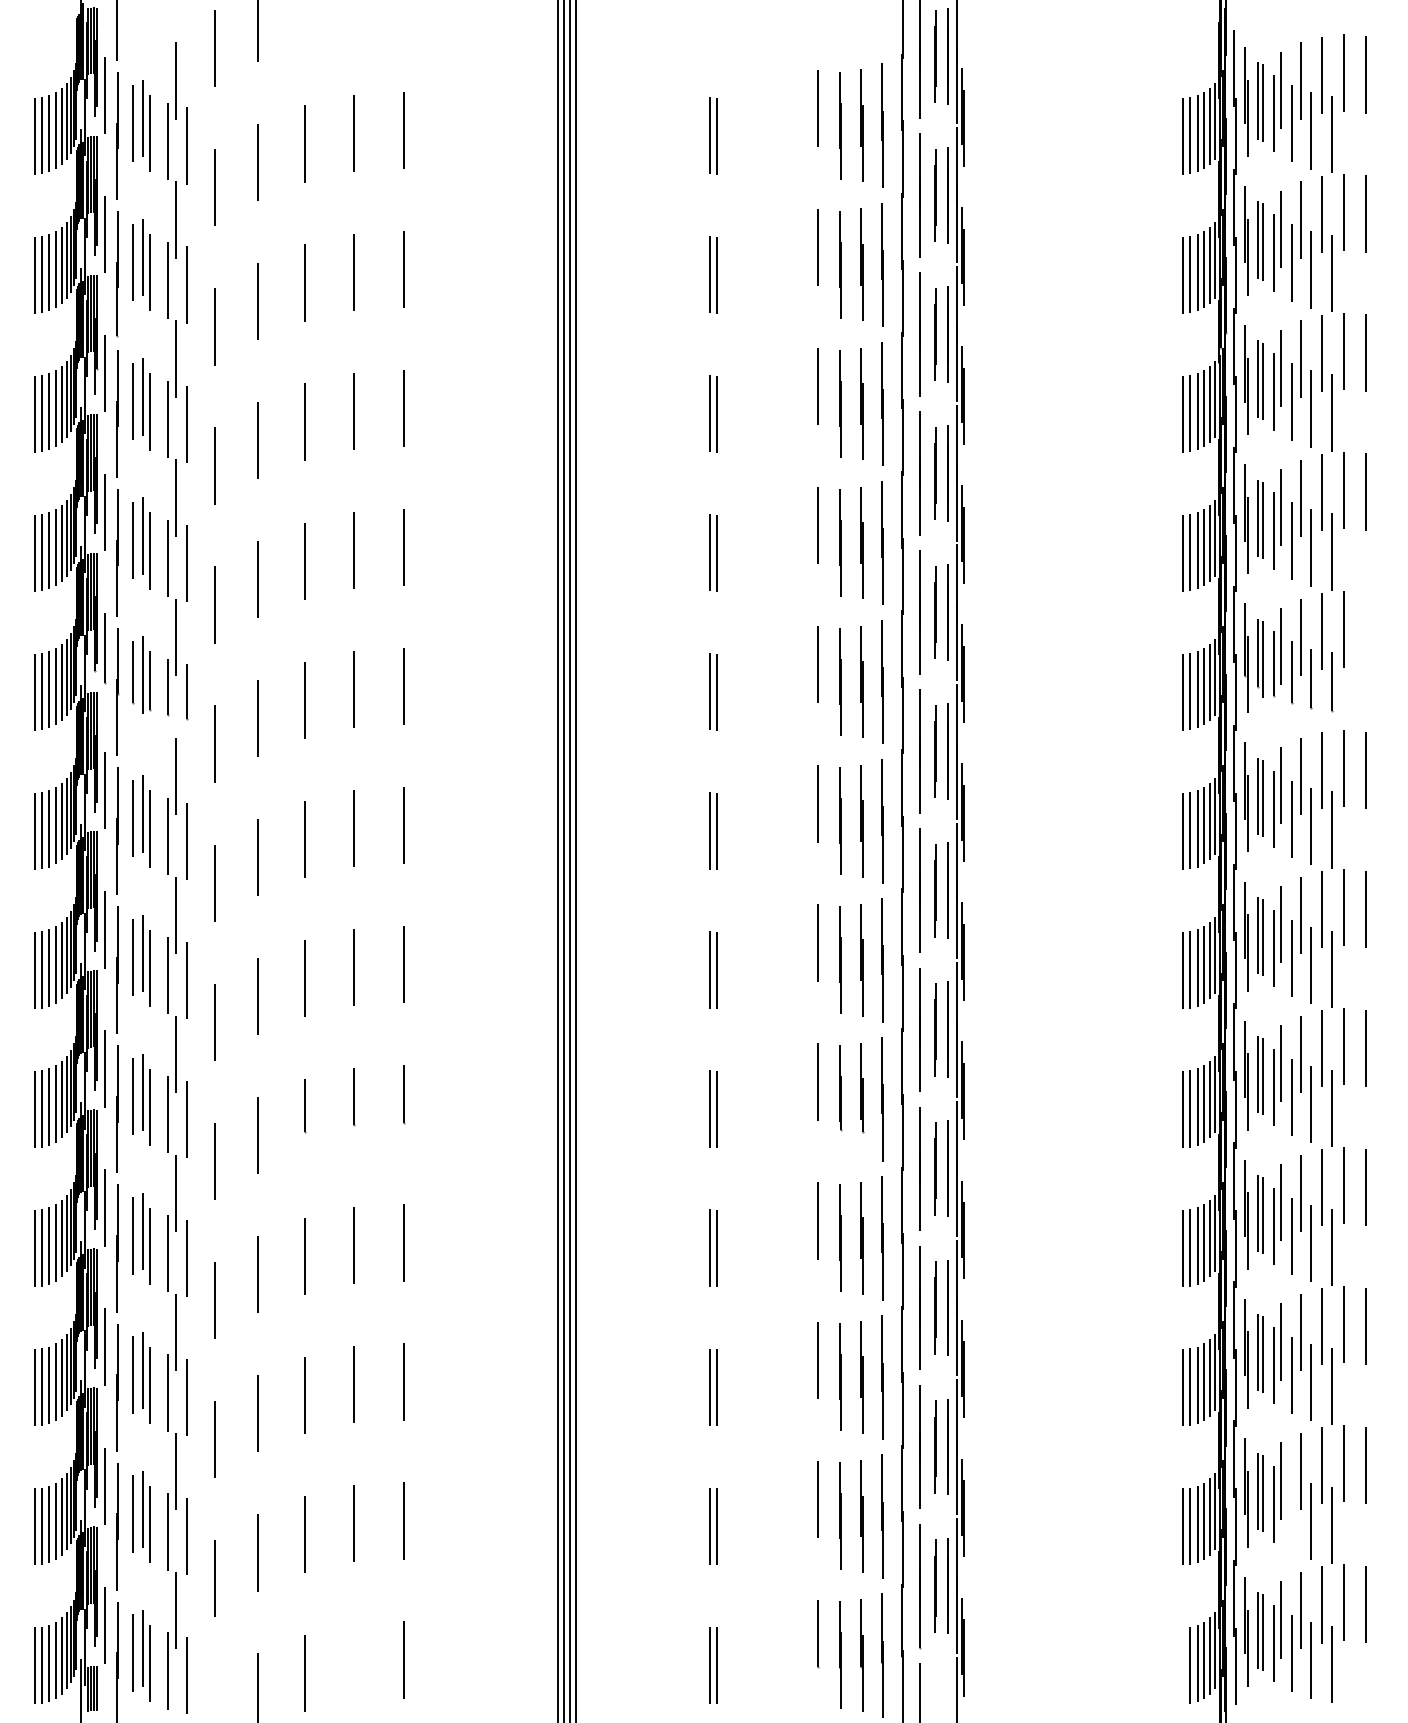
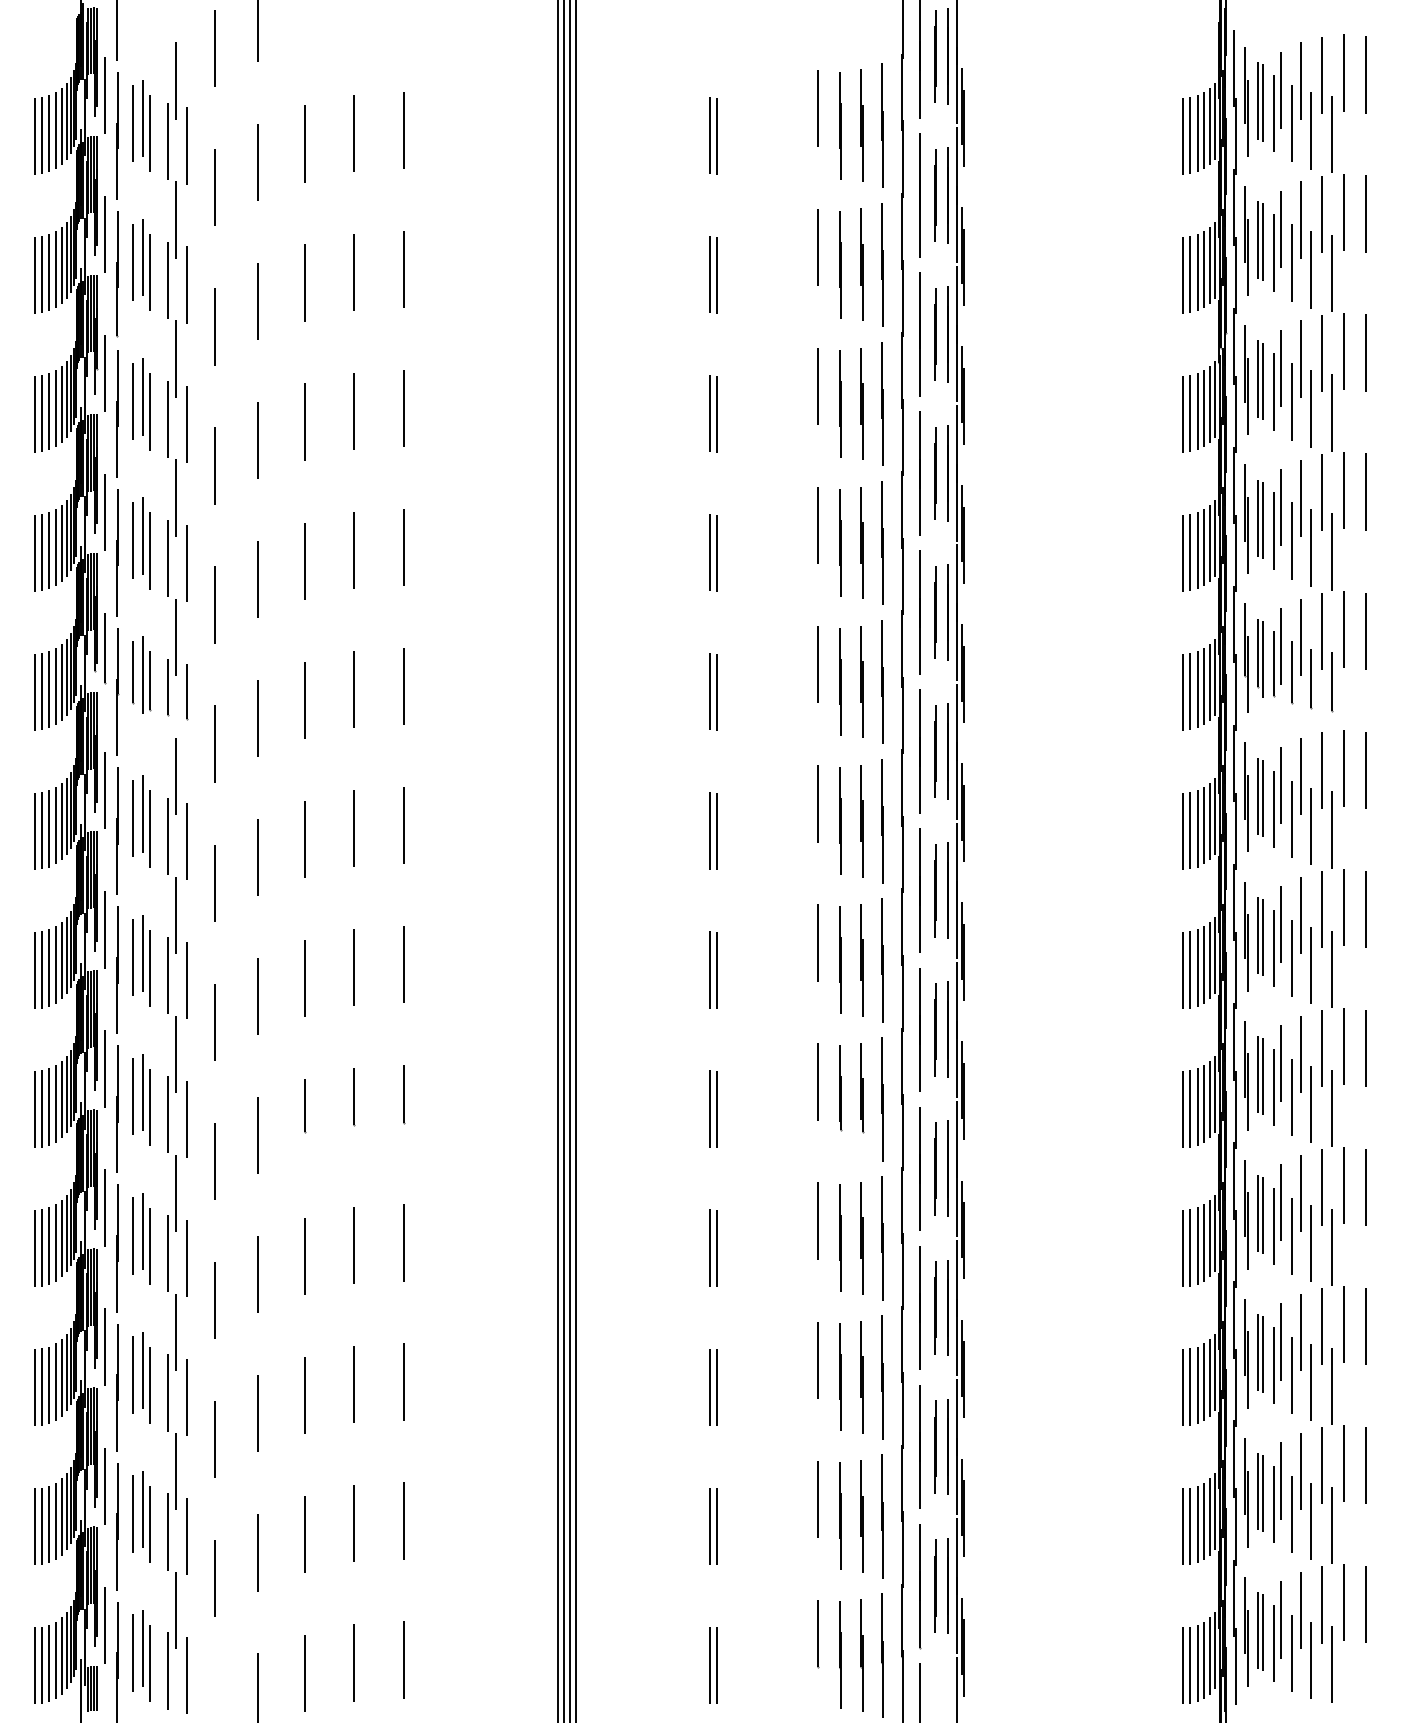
line at (1365, 631): none -> present
line at (1291, 1514): none -> present
line at (354, 1662): none -> present
line at (1183, 1665): none -> present
